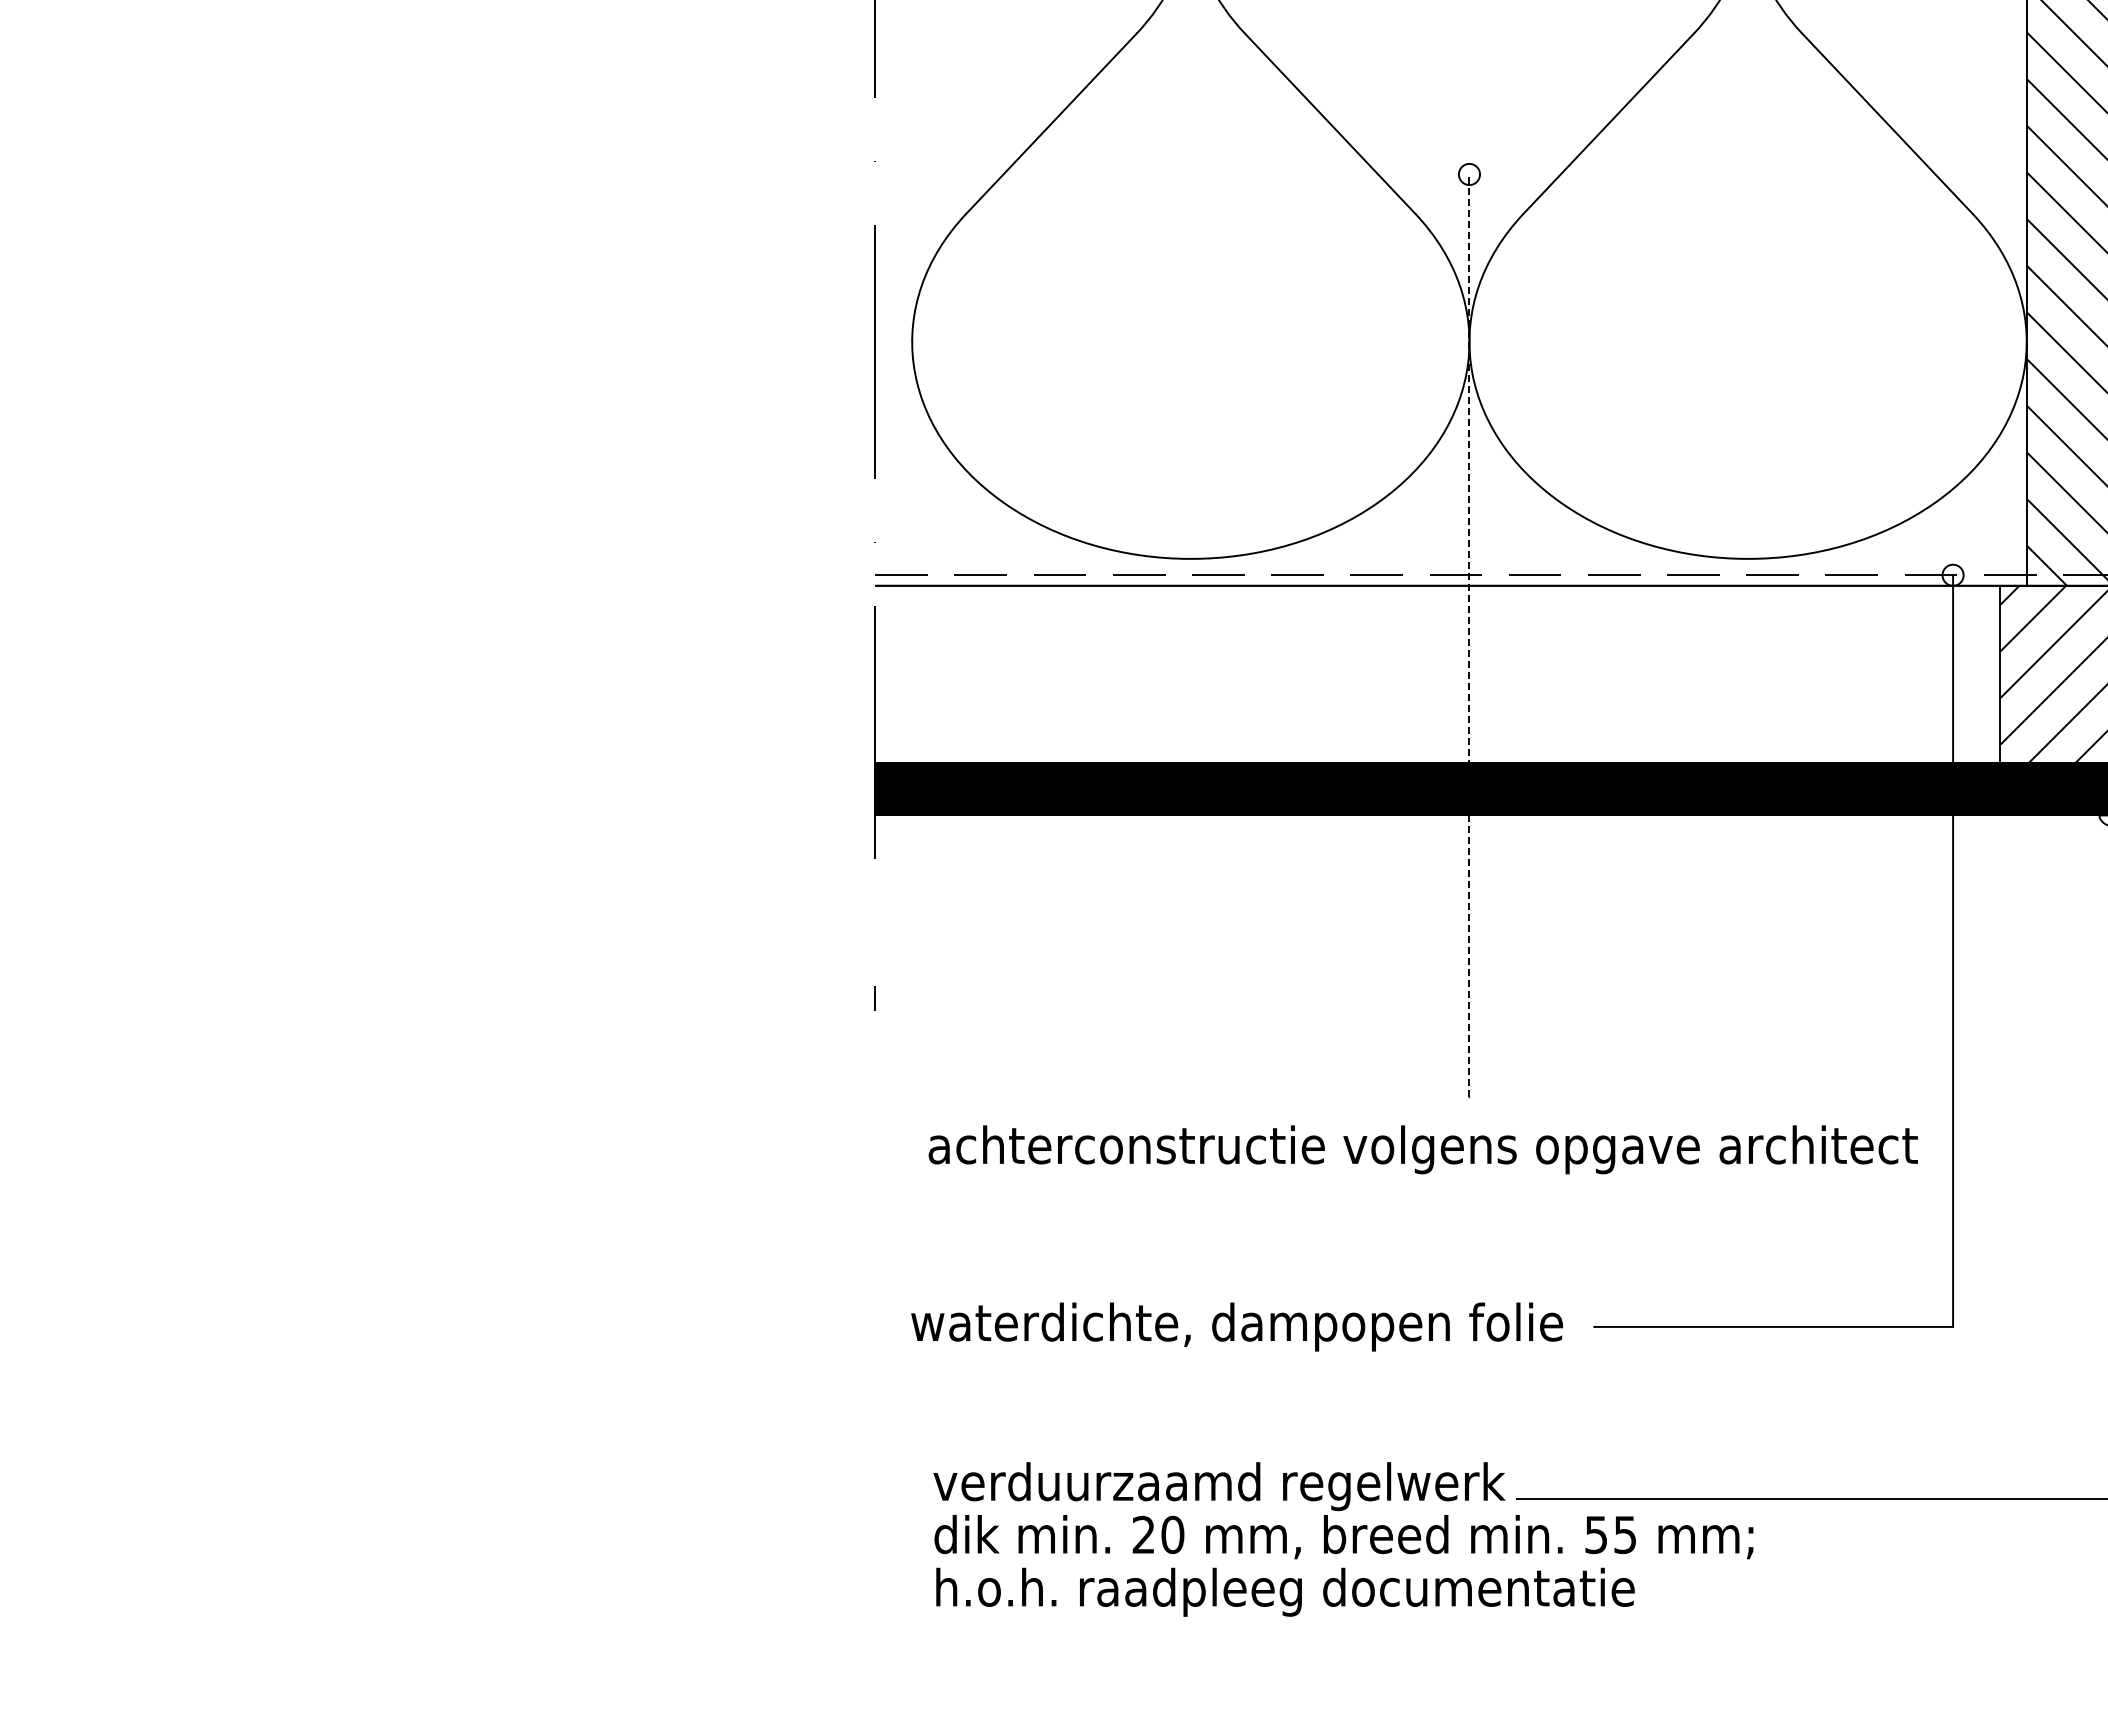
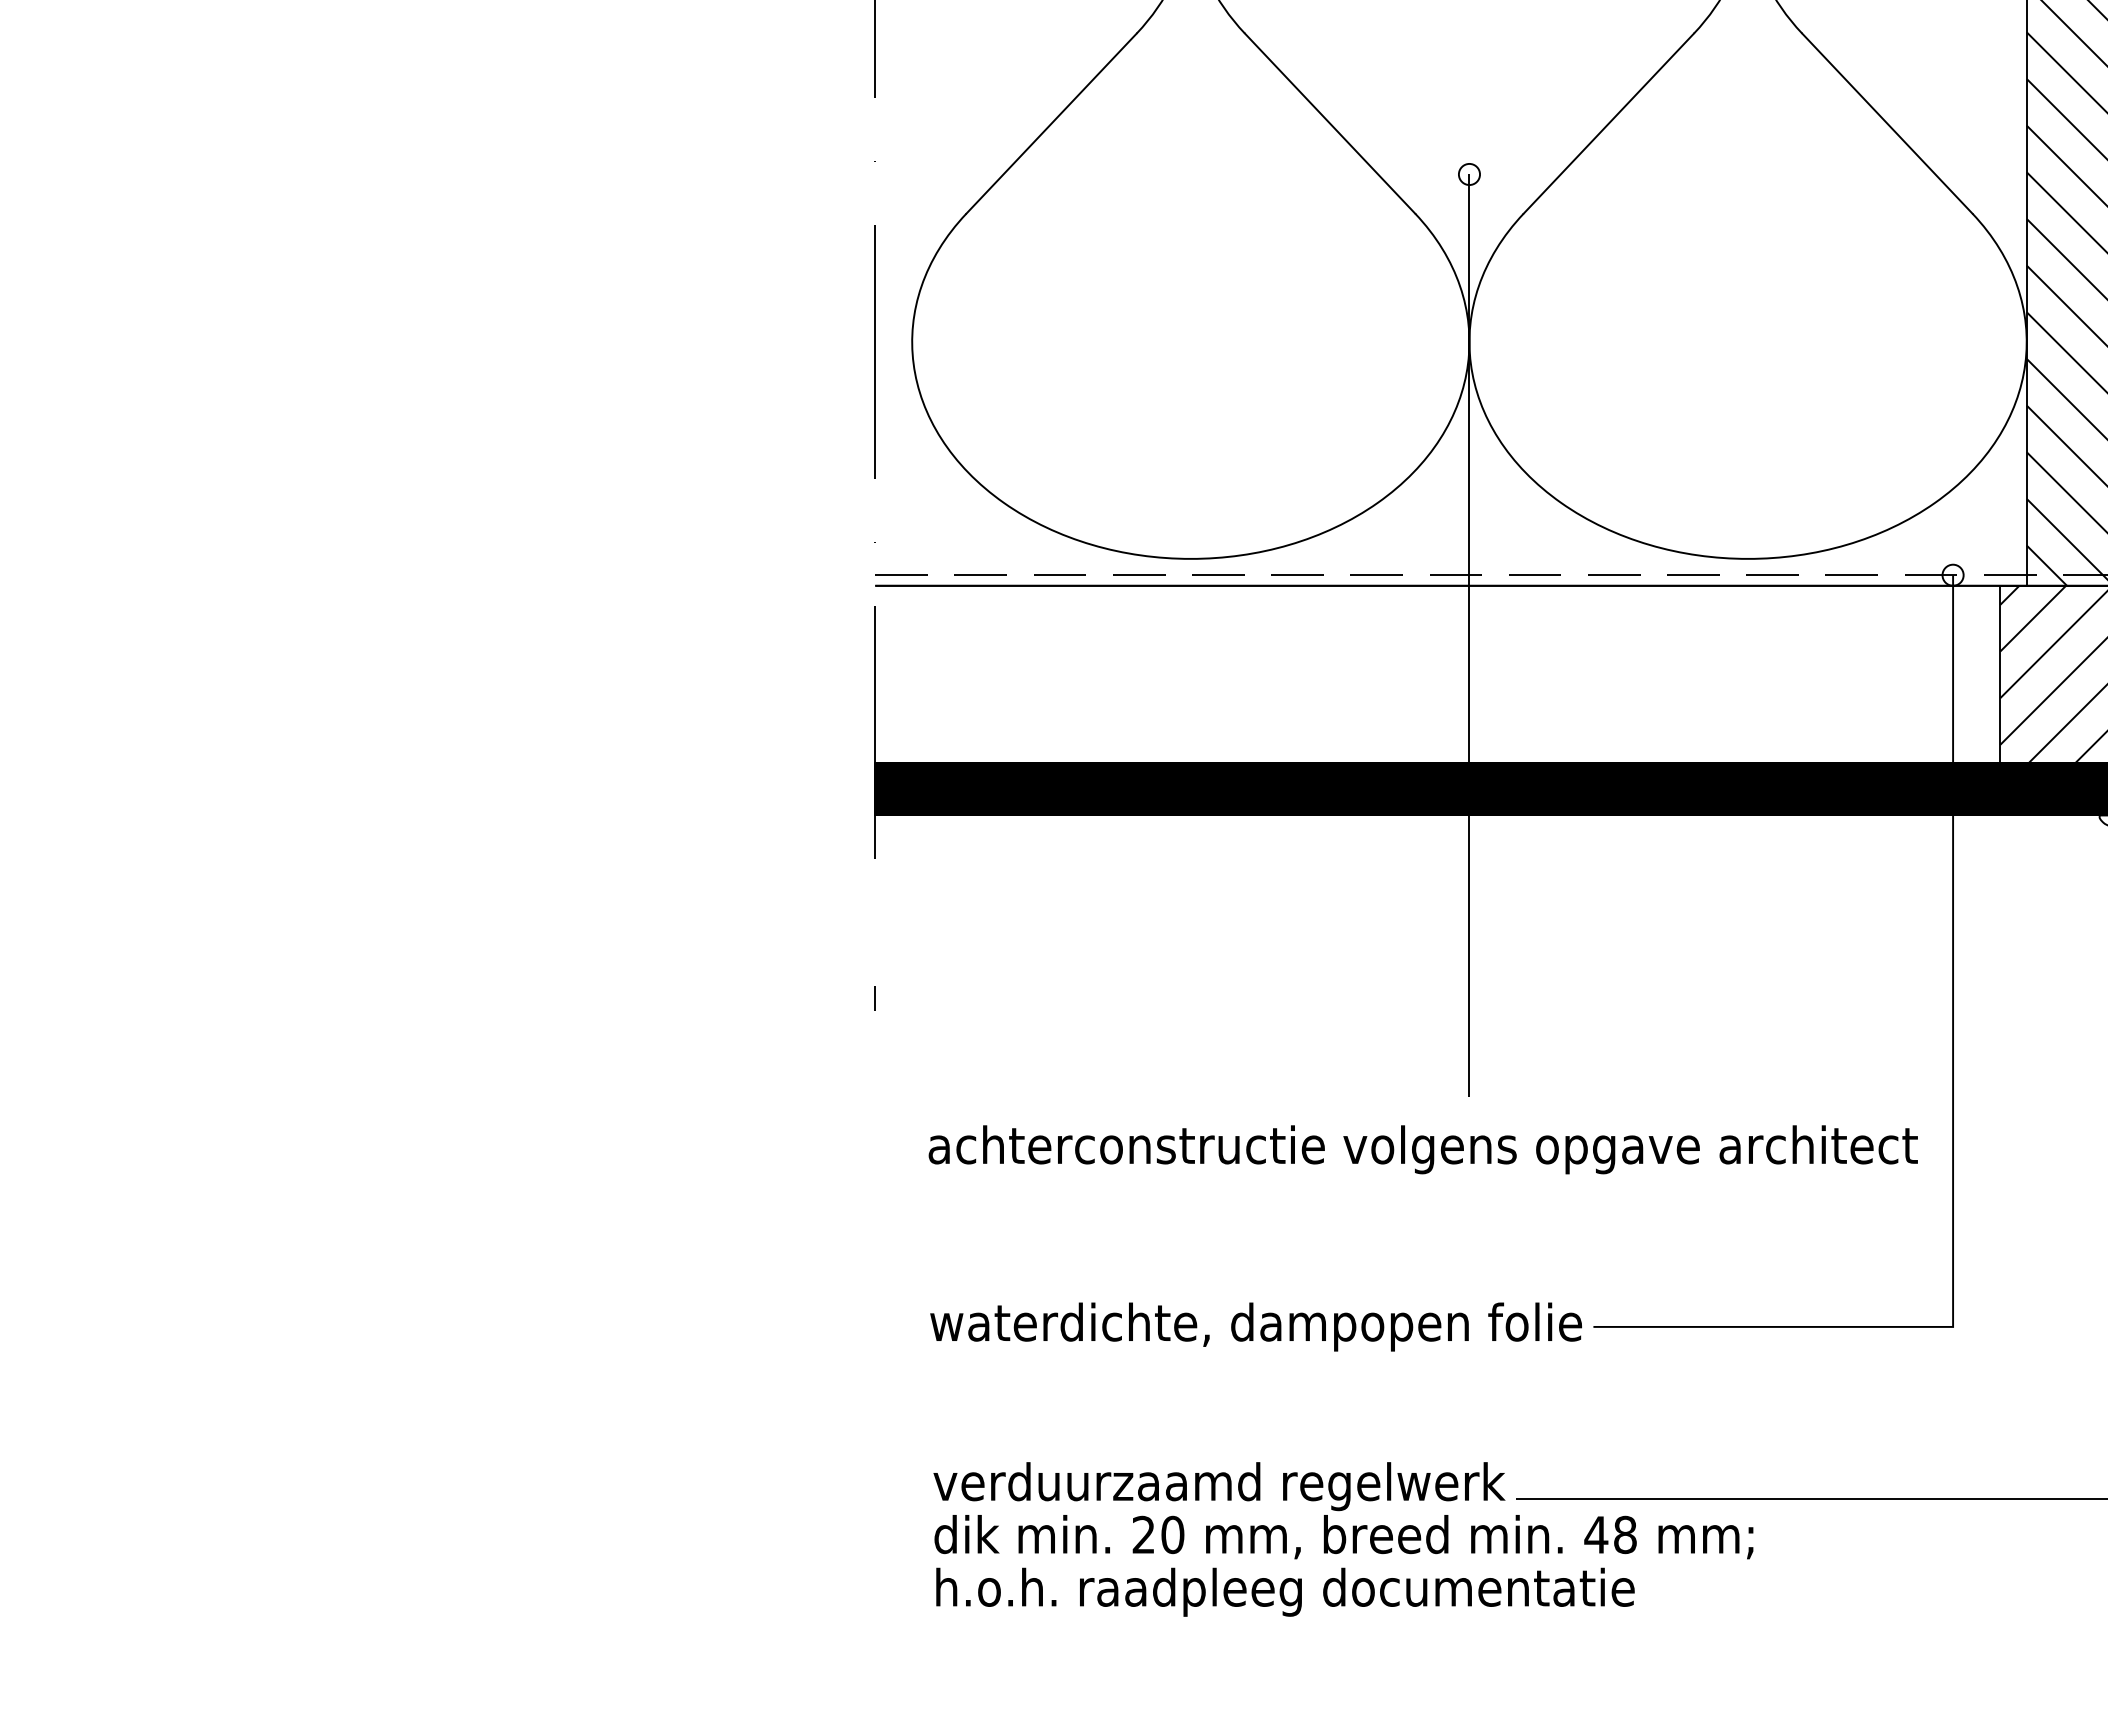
line at (1469, 636): dashed -> solid
text at (1236, 1326) position: (1236, 1326) -> (1255, 1326)
text at (1610, 1534): 55 -> 48
